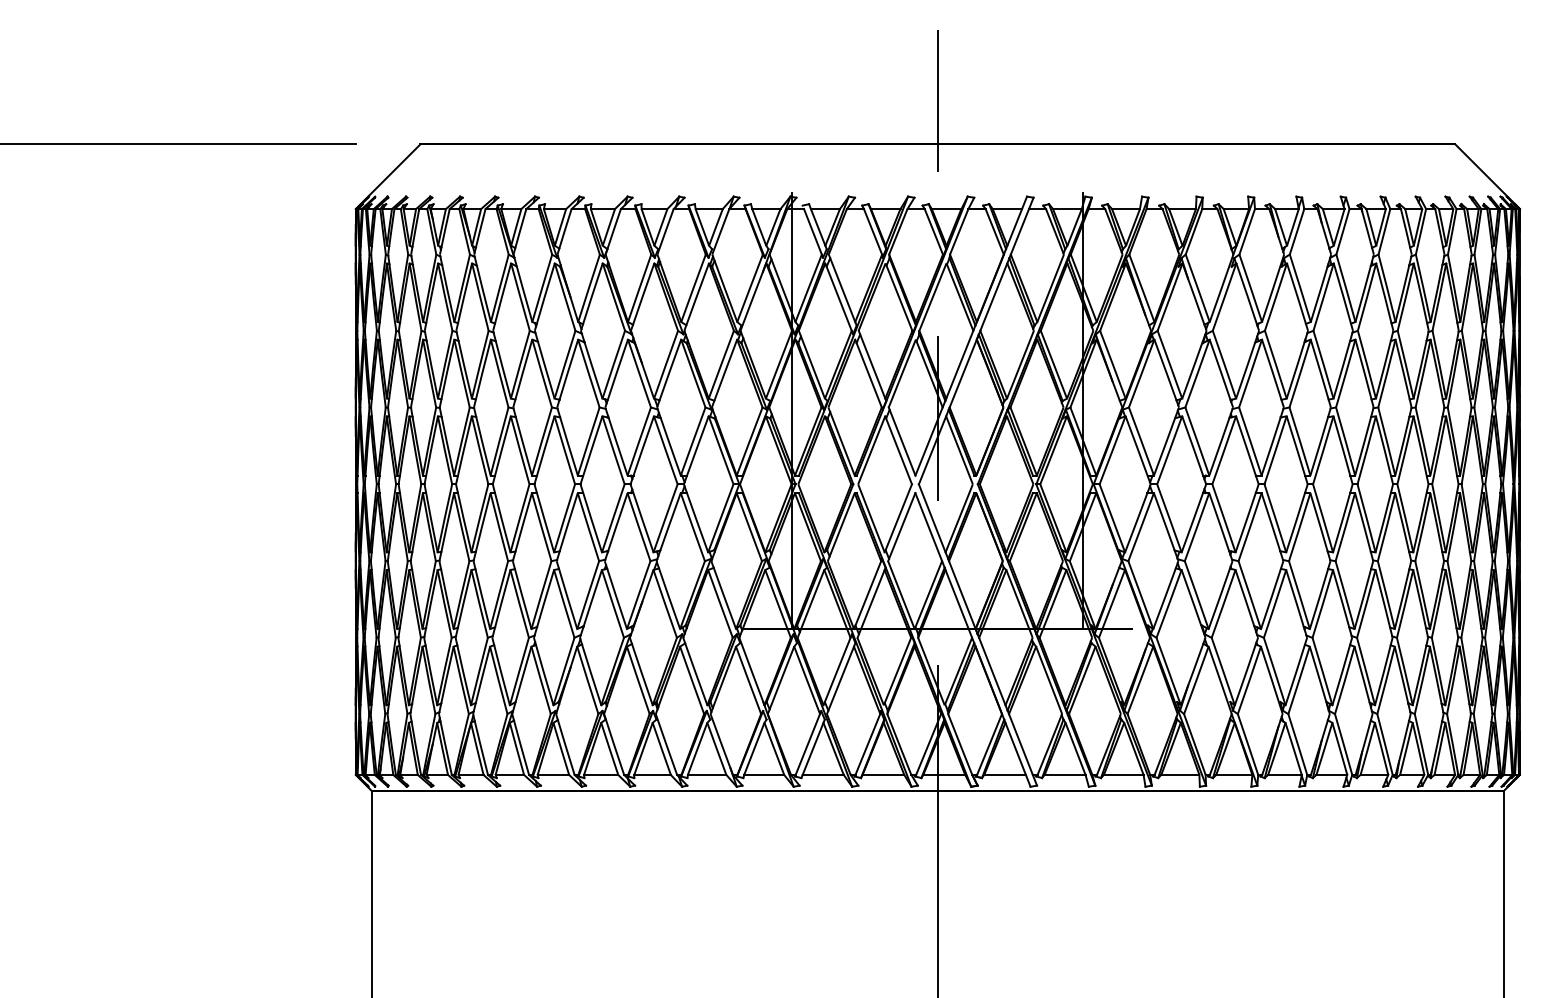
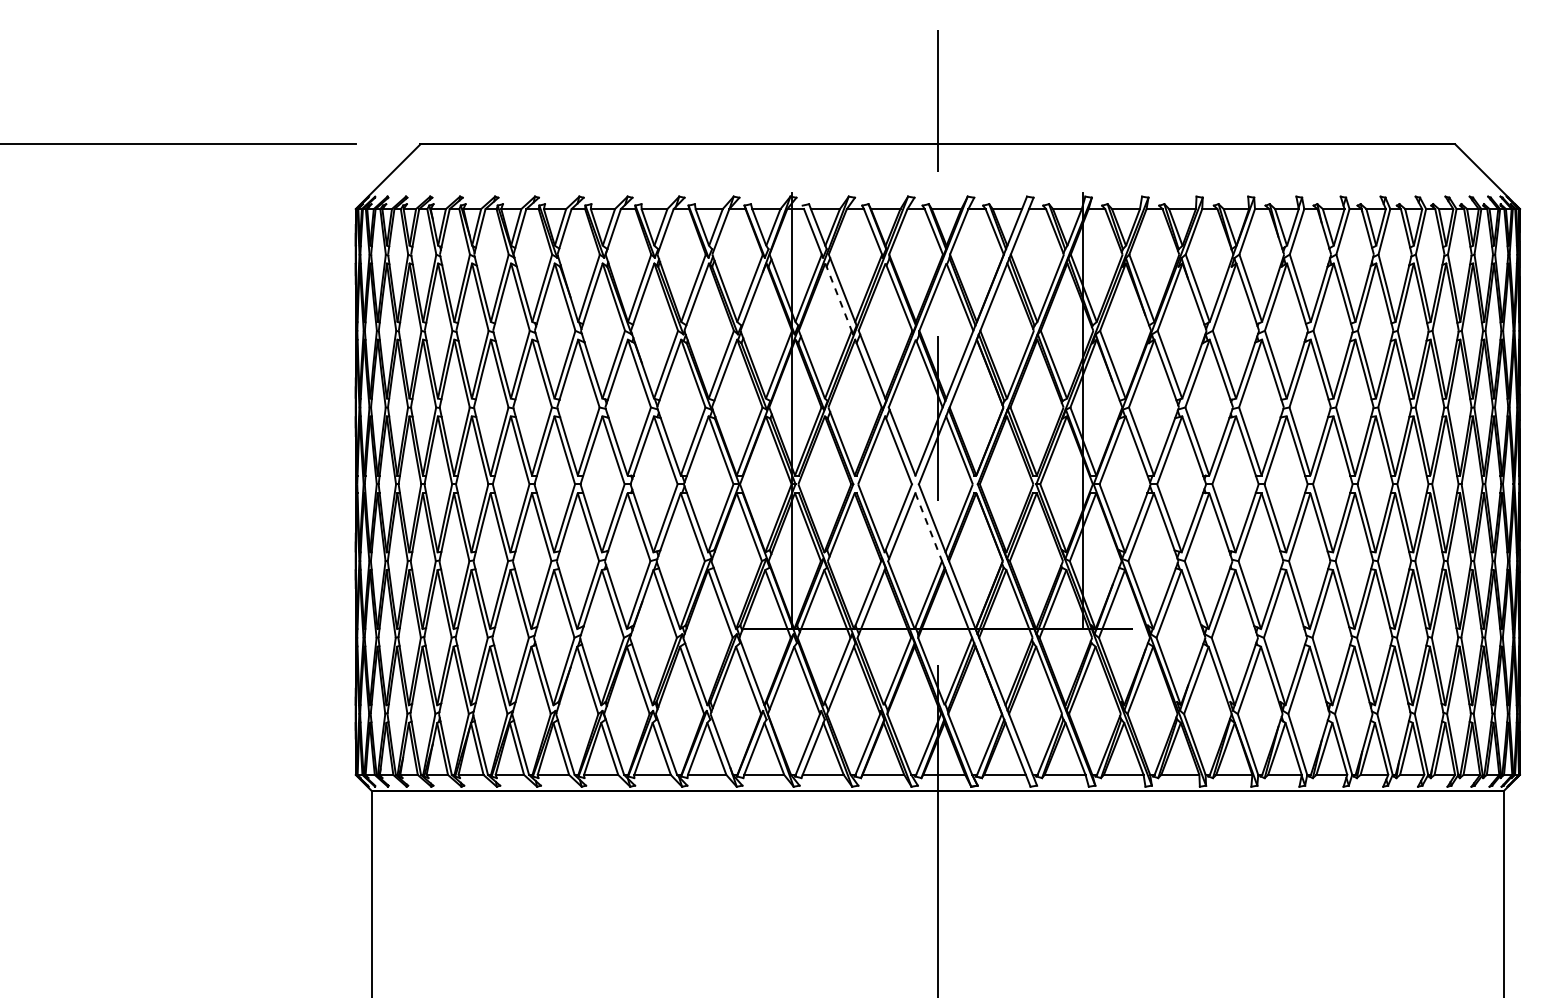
line at (838, 297): solid -> dashed
line at (928, 527): solid -> dashed
